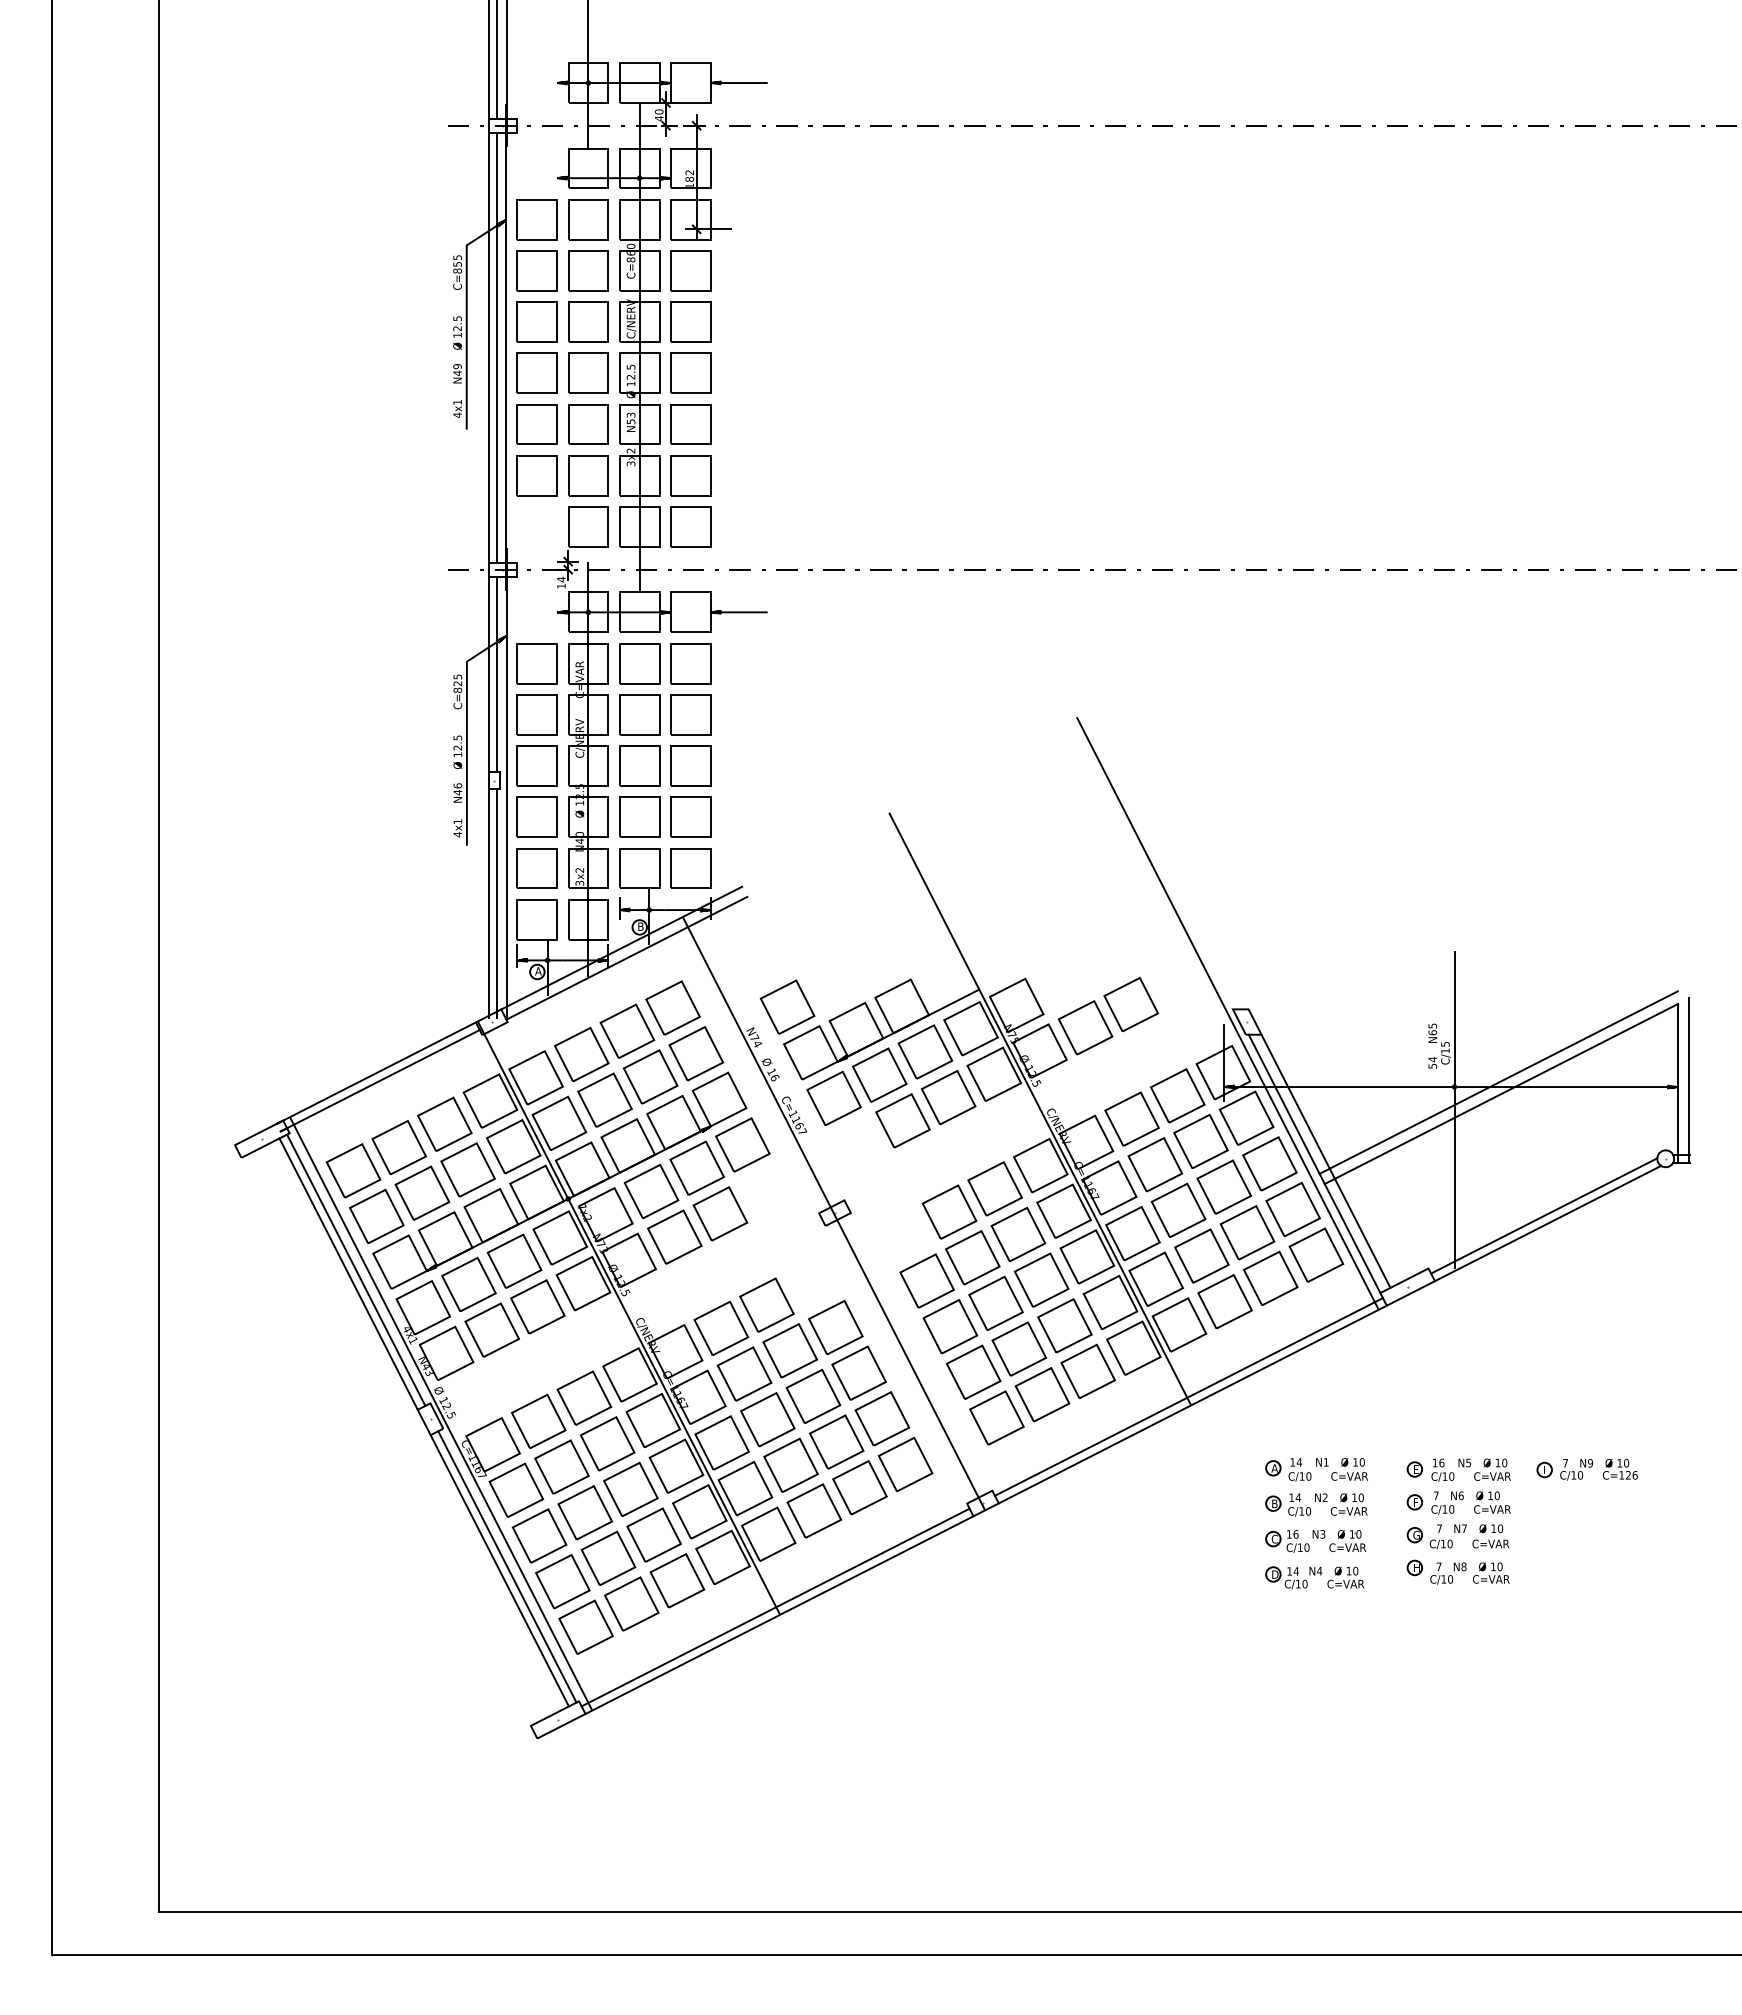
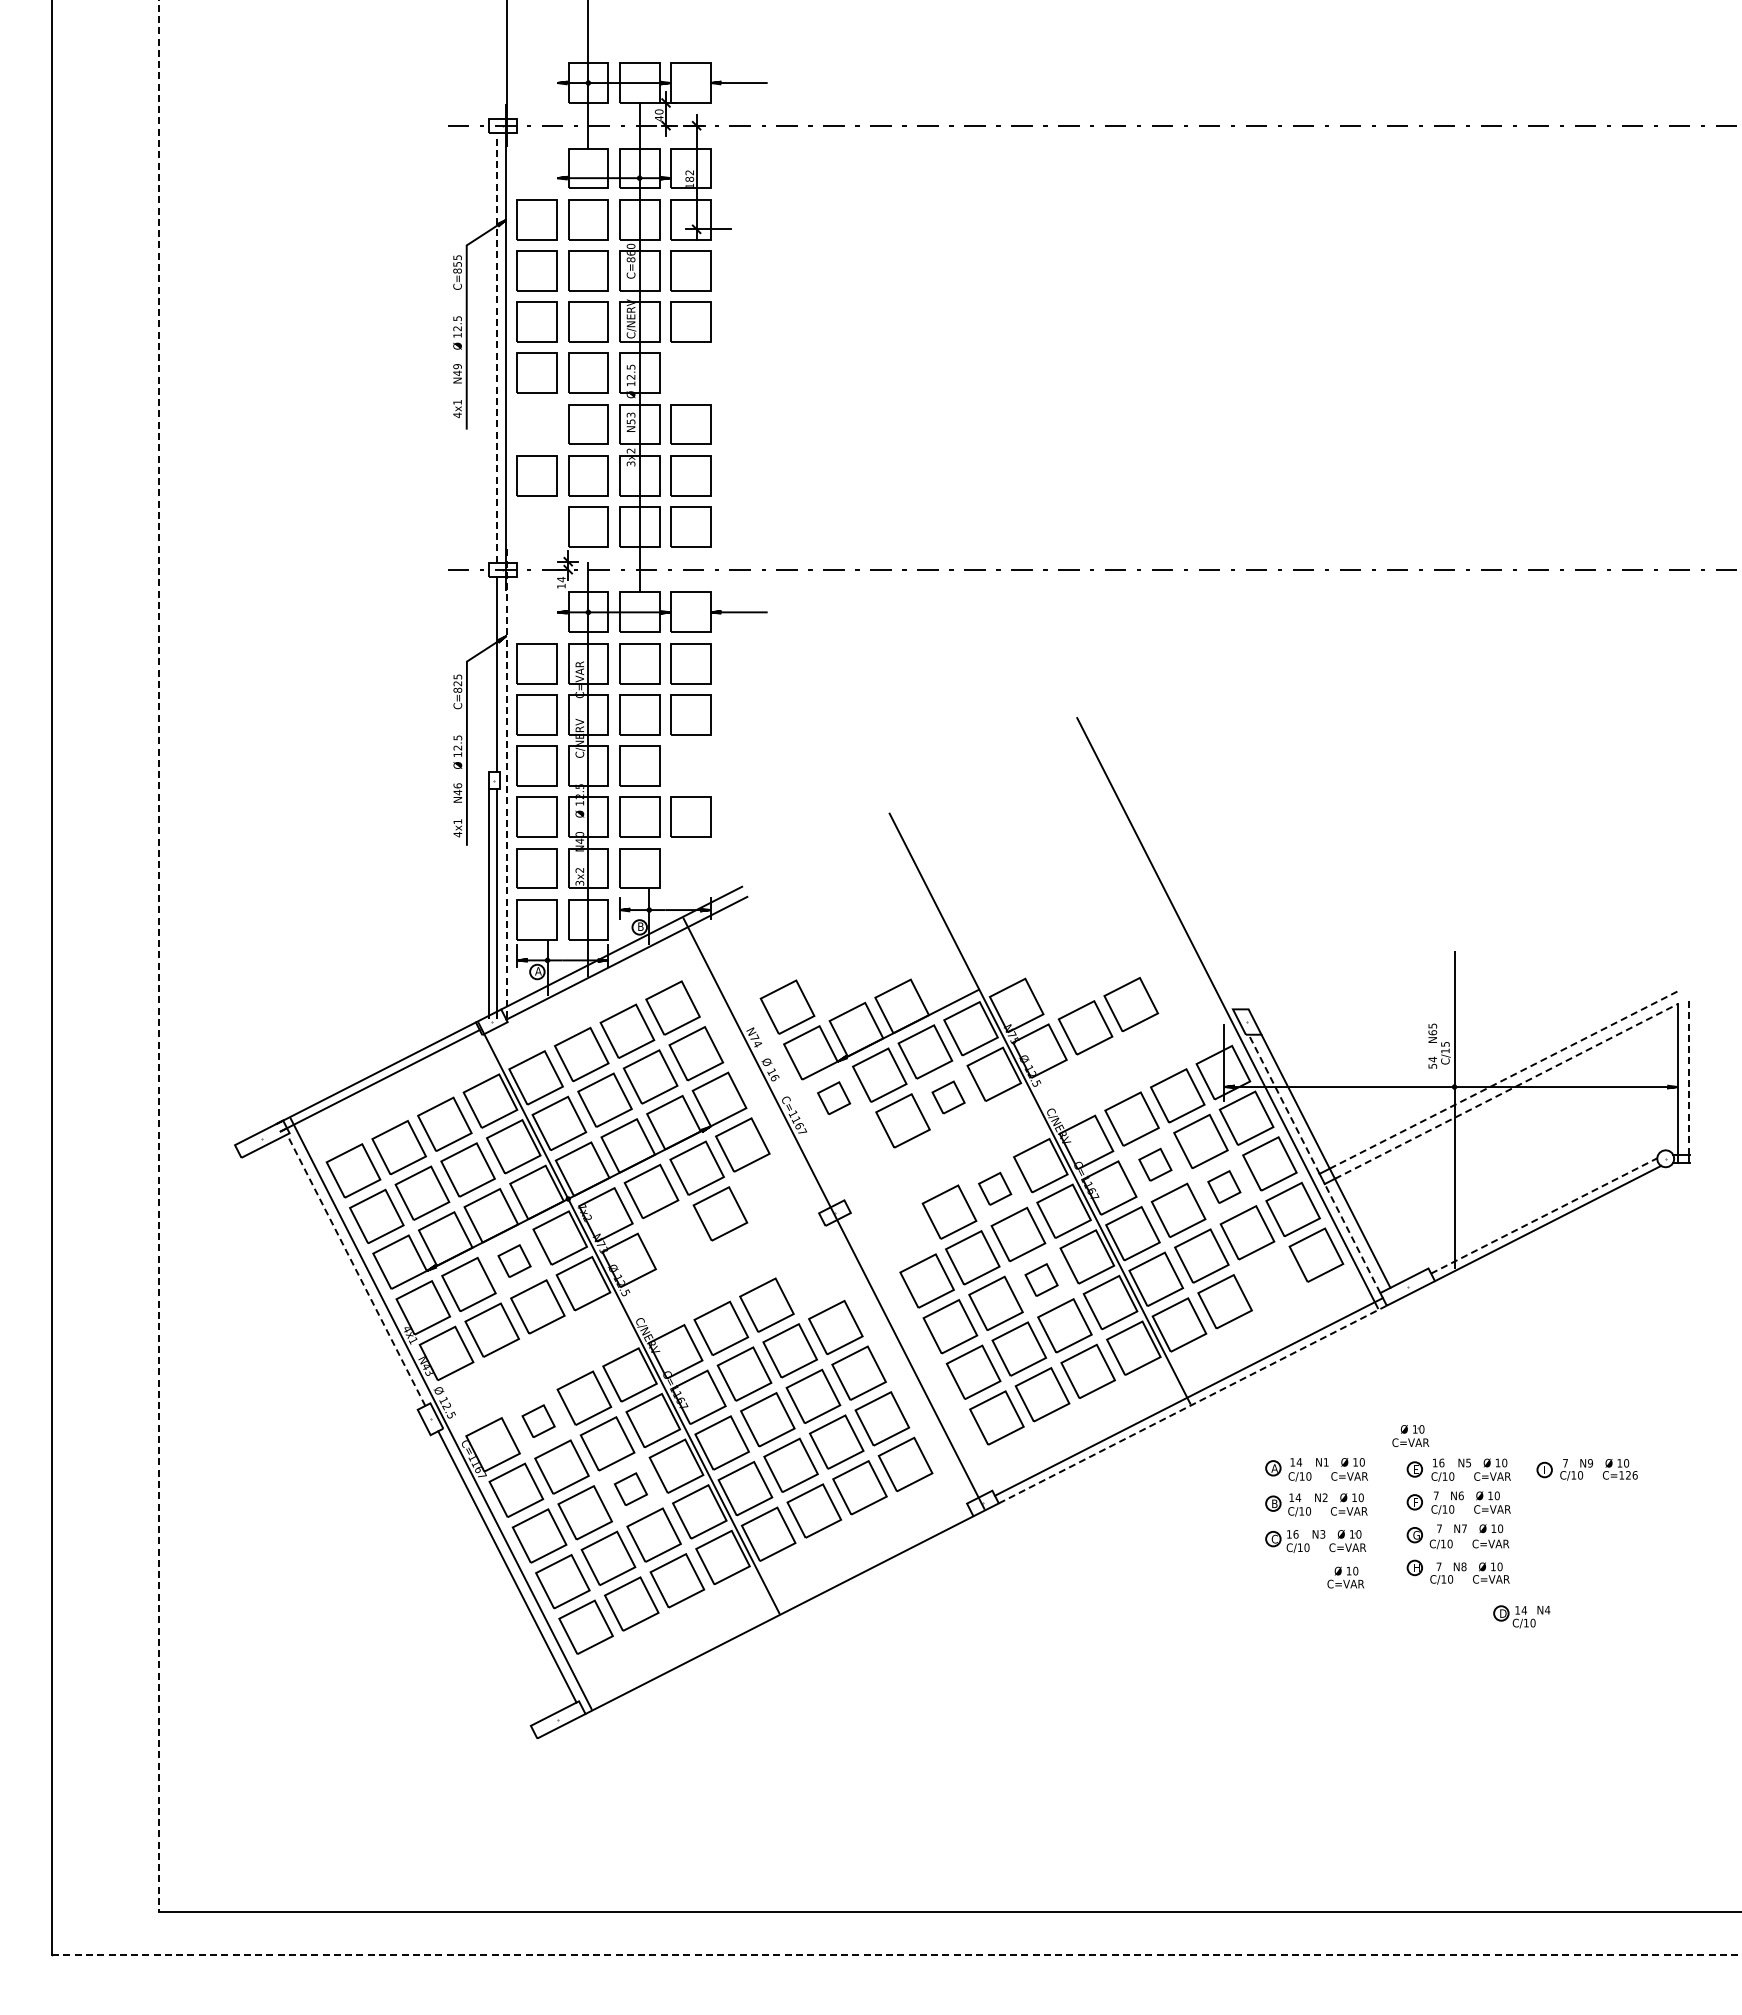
line at (488, 60): present -> none
line at (497, 60): present -> none
line at (488, 347): present -> none
line at (497, 347): solid -> dashed
part at (690, 372): present -> none
part at (536, 424): present -> none
line at (488, 674): present -> none
part at (690, 765): present -> none
line at (506, 782): solid -> dashed
part at (690, 868): present -> none
line at (158, 955): solid -> dashed
line at (1689, 1075): solid -> dashed
line at (1504, 1079): solid -> dashed
line at (1506, 1091): solid -> dashed
part at (833, 1097) size: 56x56 px -> 35x35 px
part at (948, 1097) size: 57x57 px -> 35x35 px
line at (1283, 1103): solid -> dashed
part at (1155, 1164) size: 57x56 px -> 35x35 px
part at (1224, 1186) size: 57x56 px -> 35x34 px
part at (994, 1188) size: 56x56 px -> 35x35 px
line at (1544, 1215): solid -> dashed
part at (674, 1236): present -> none
line at (1352, 1238): solid -> dashed
part at (514, 1260) size: 57x56 px -> 35x34 px
line at (356, 1269): solid -> dashed
line at (348, 1273): present -> none
part at (1270, 1277): present -> none
part at (1041, 1279) size: 57x56 px -> 35x34 px
line at (1192, 1404): solid -> dashed
part at (538, 1420) size: 57x56 px -> 35x34 px
part at (1410, 1435): none -> present
part at (630, 1488) size: 56x56 px -> 35x35 px
line at (499, 1570): present -> none
part at (1293, 1577) position: (1293, 1577) -> (1521, 1616)
line at (775, 1607): present -> none
line at (897, 1954): solid -> dashed
